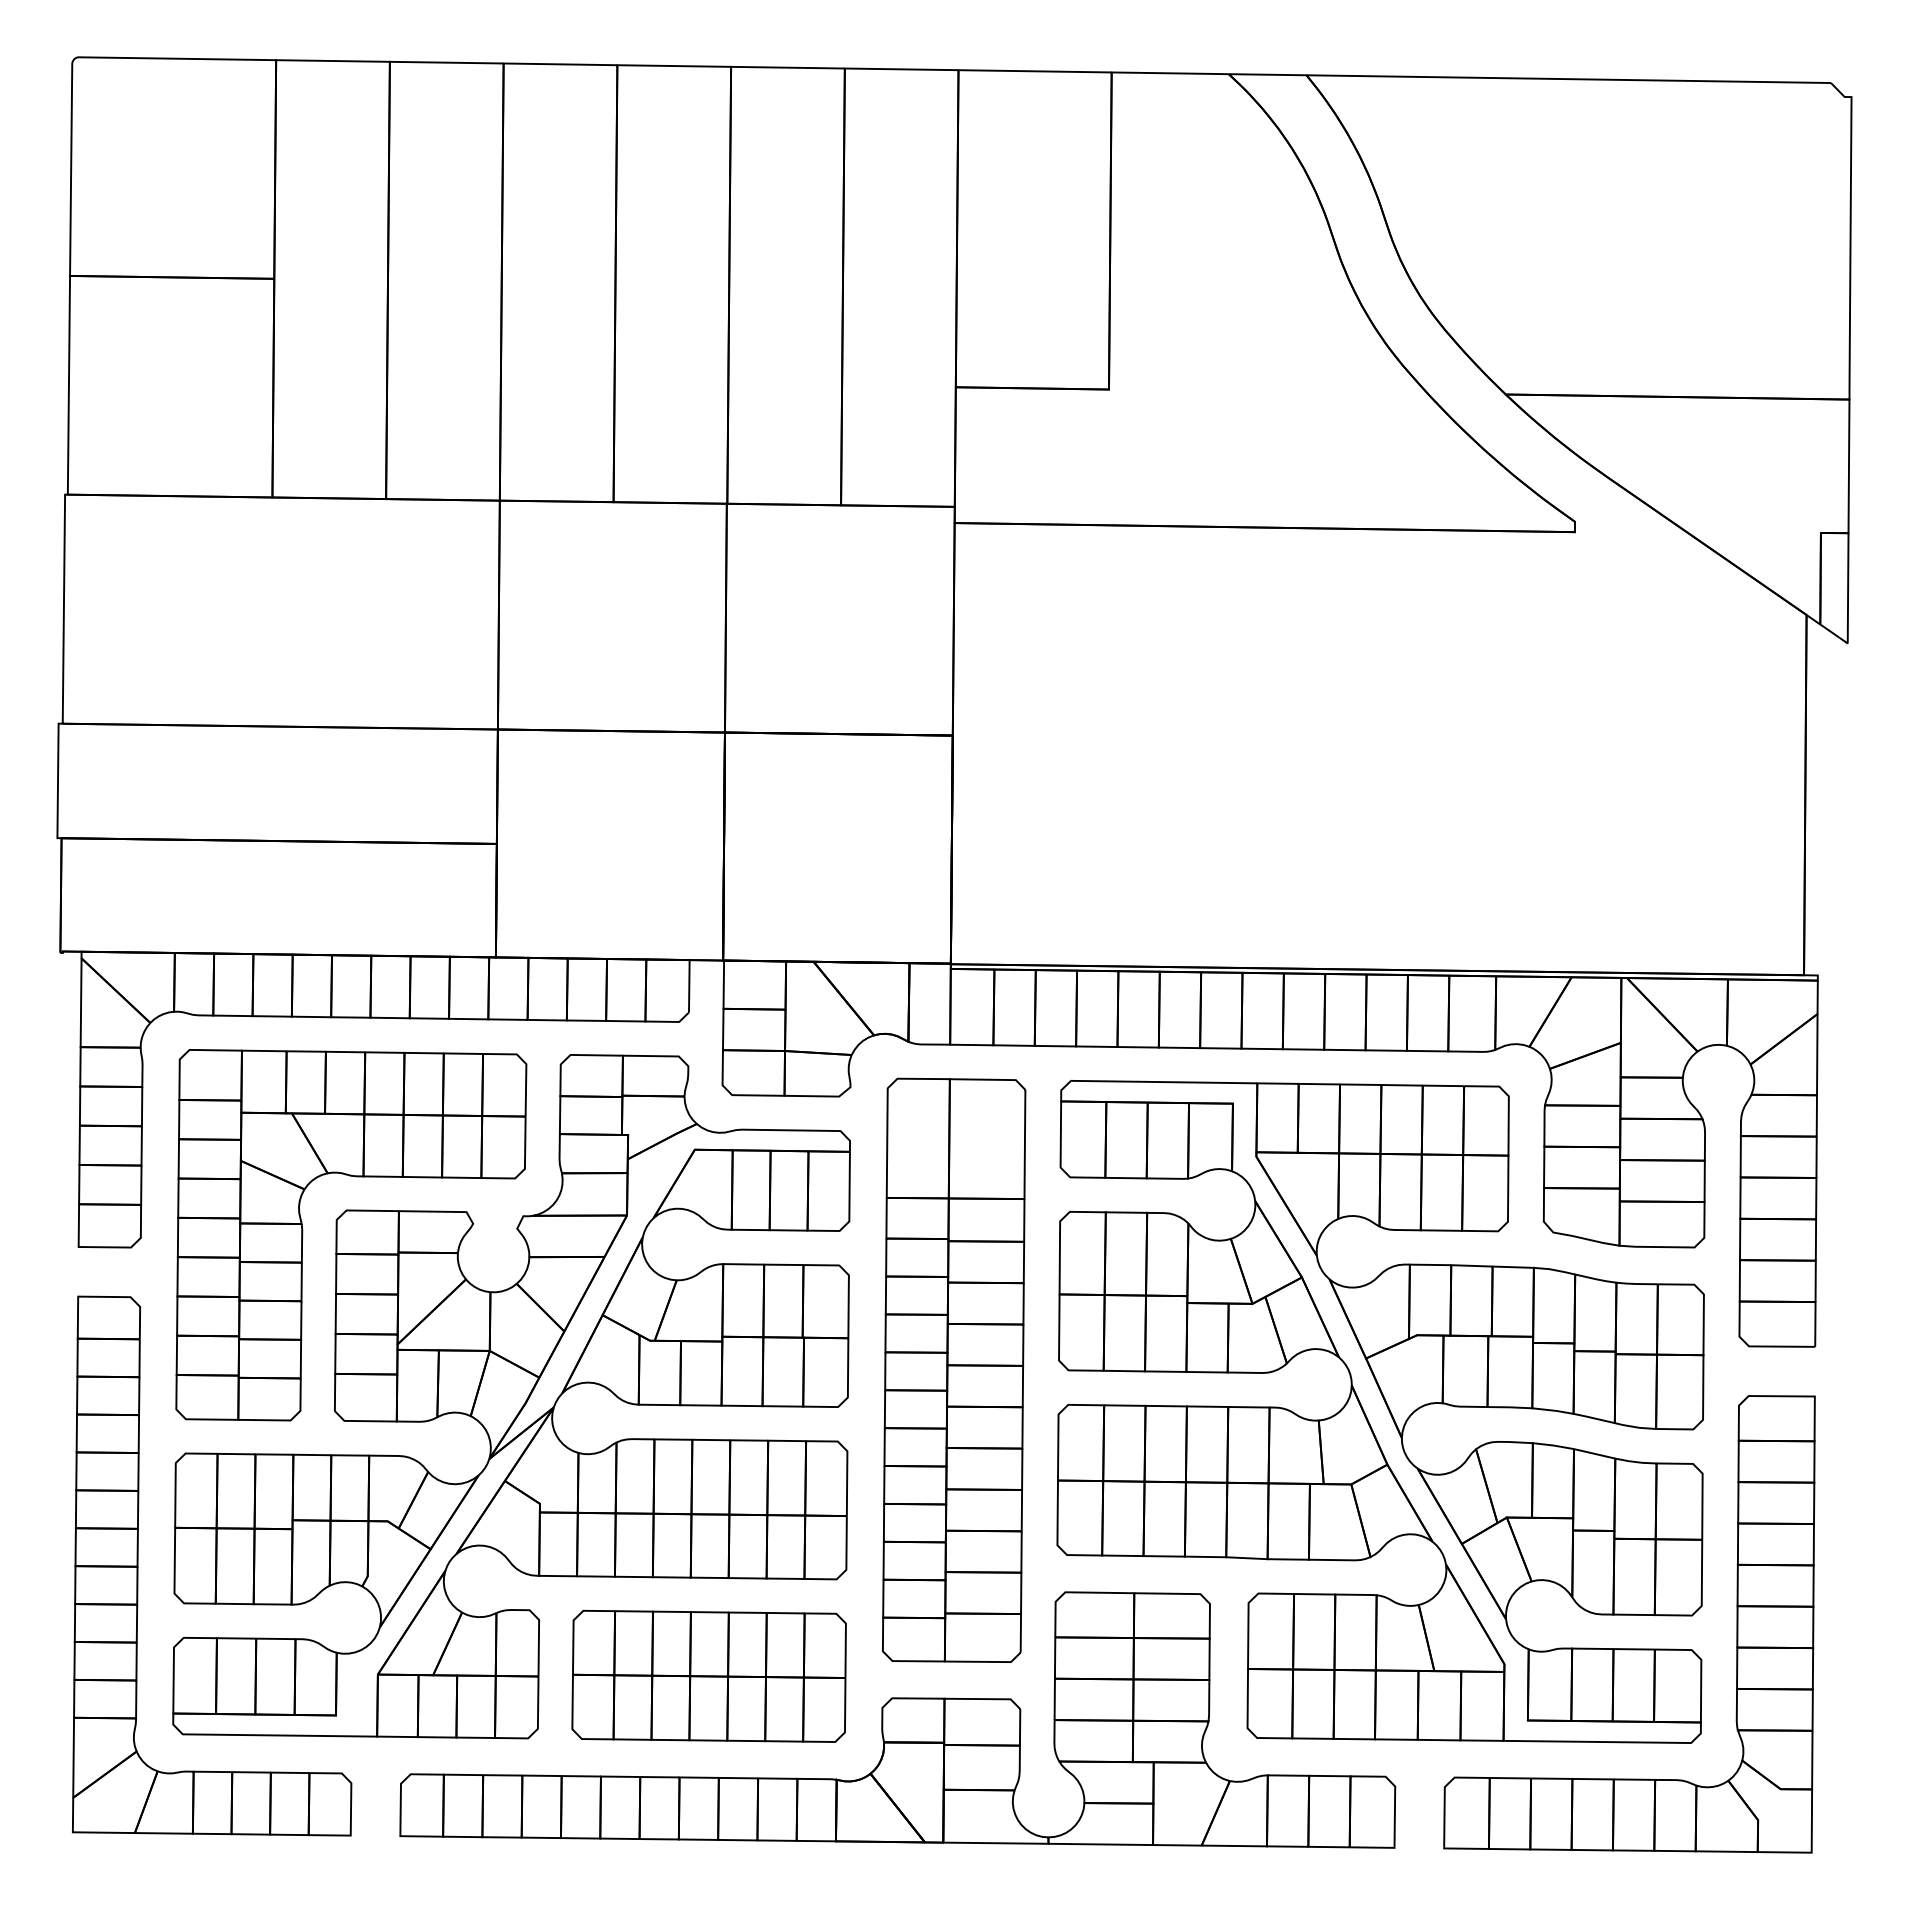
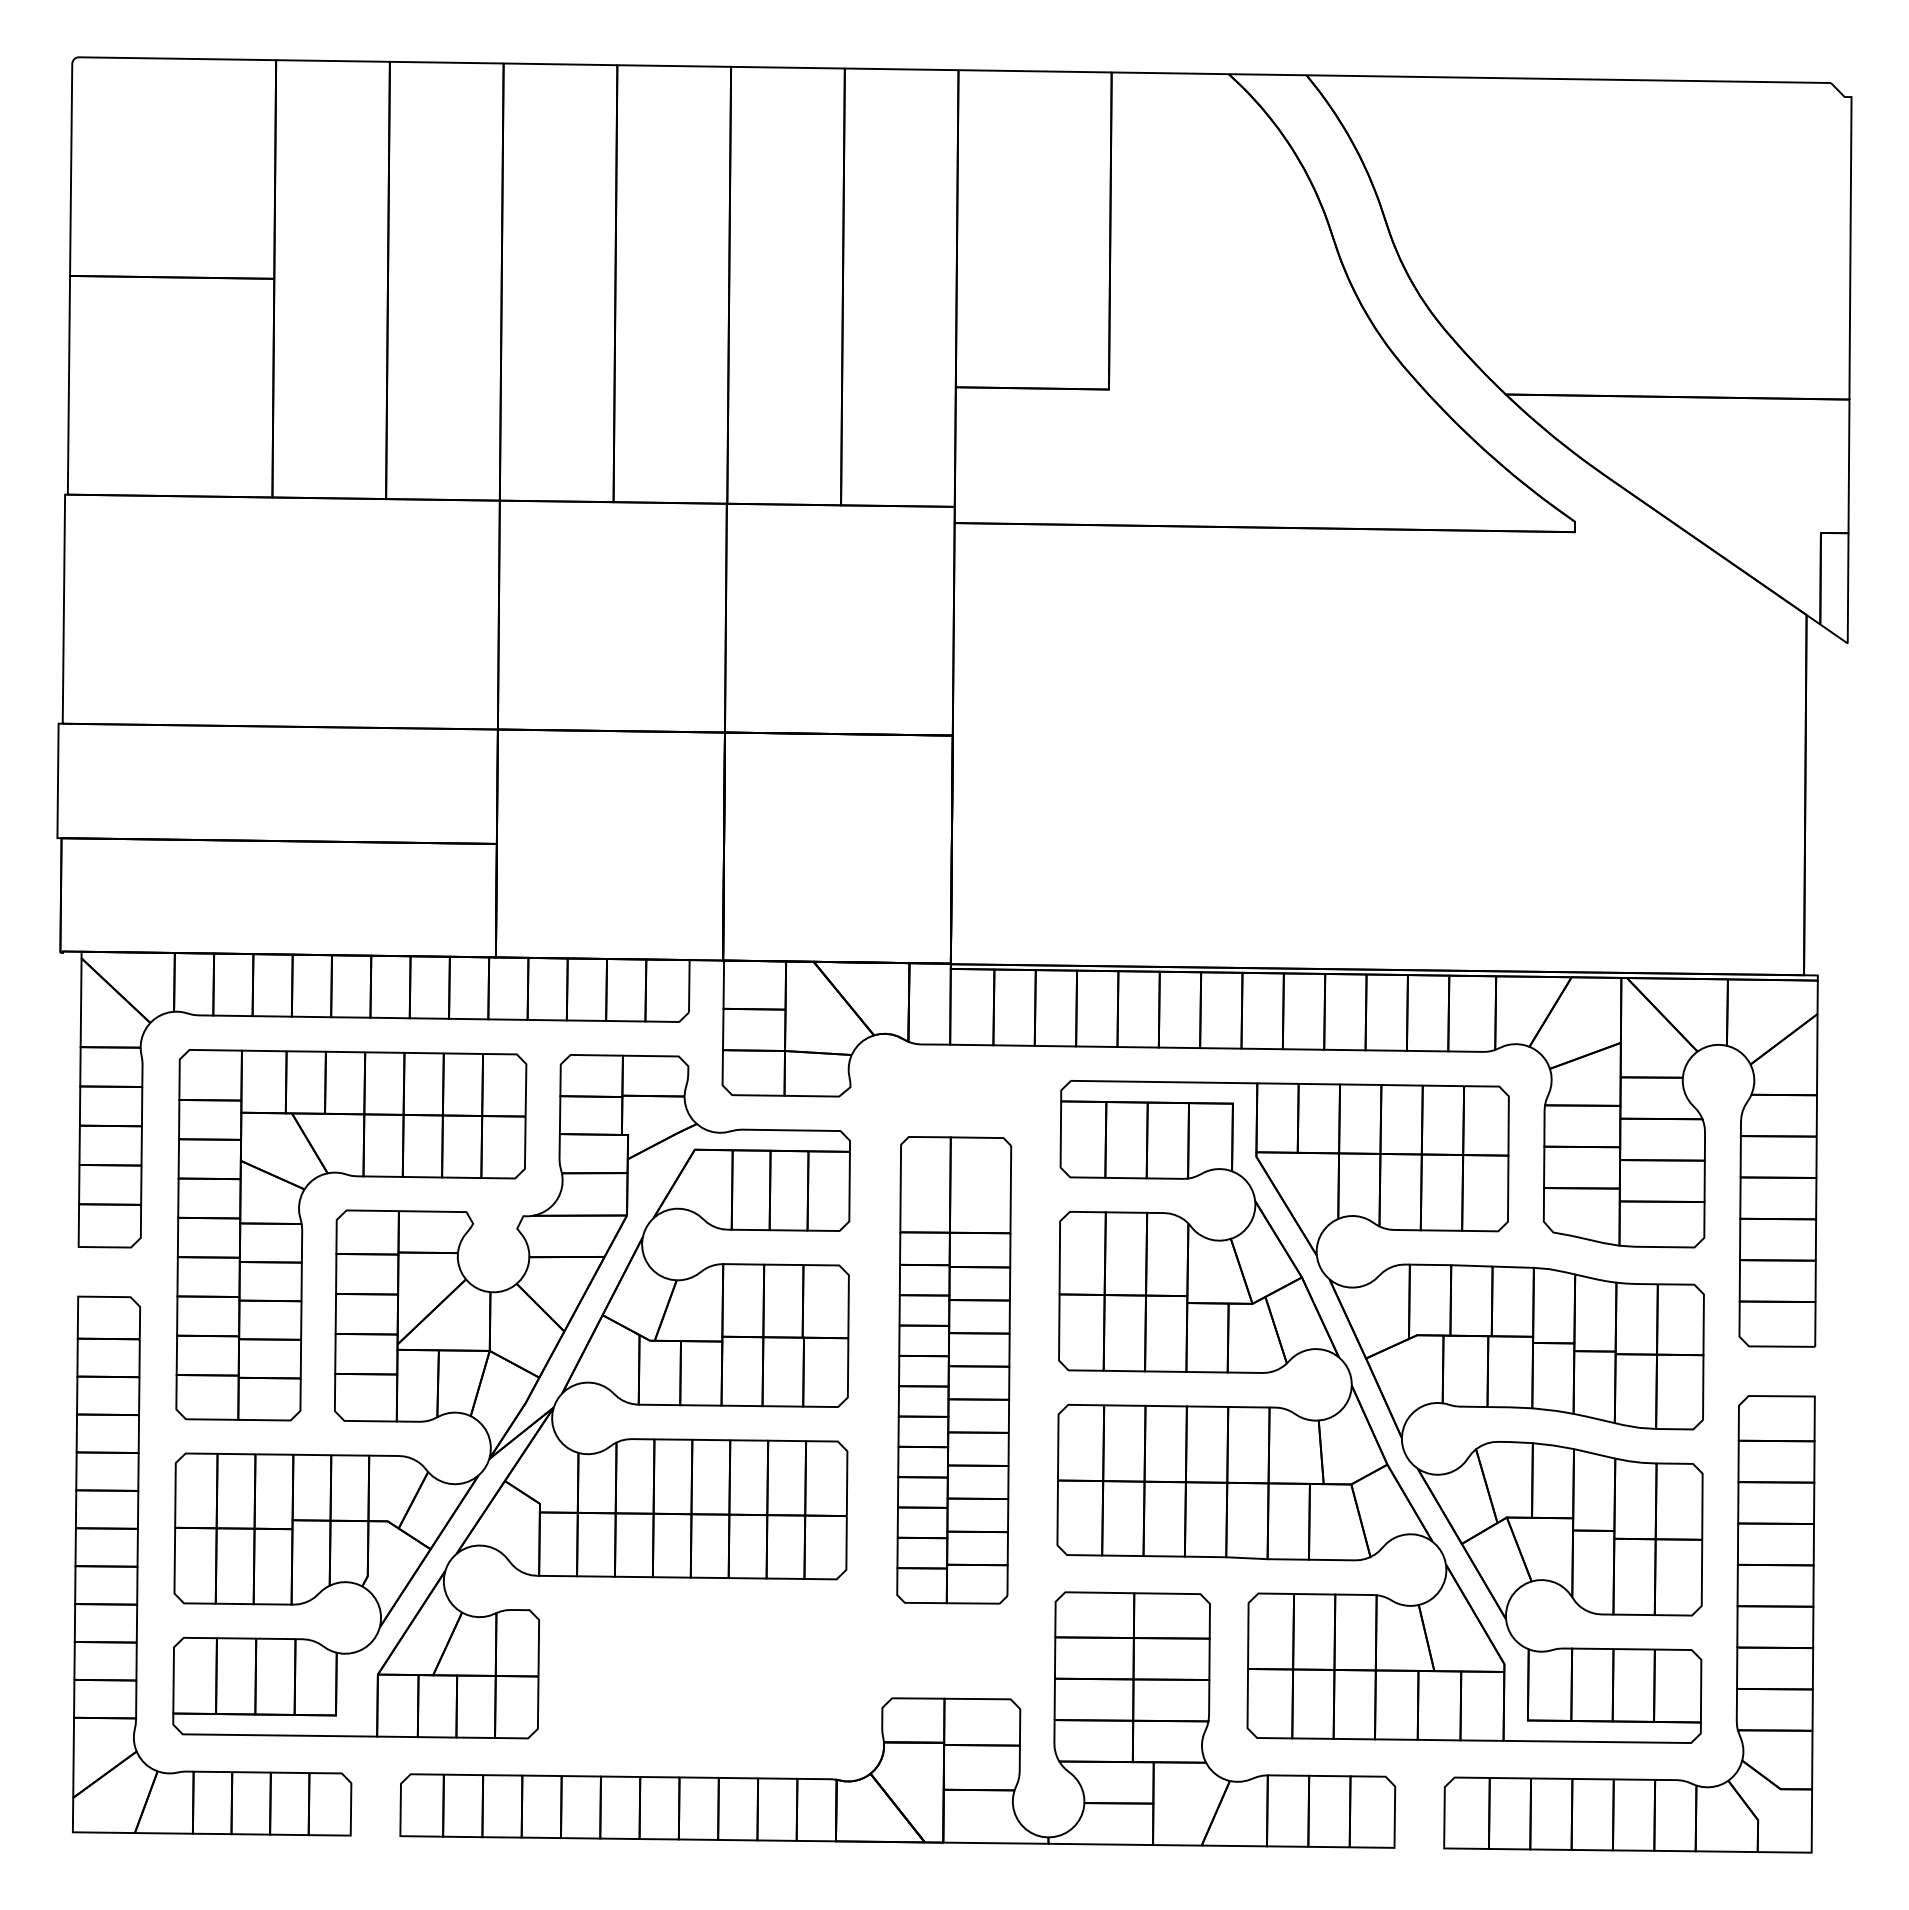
part at (954, 1369) size: 145x586 px -> 117x469 px
part at (708, 1675): present -> none
